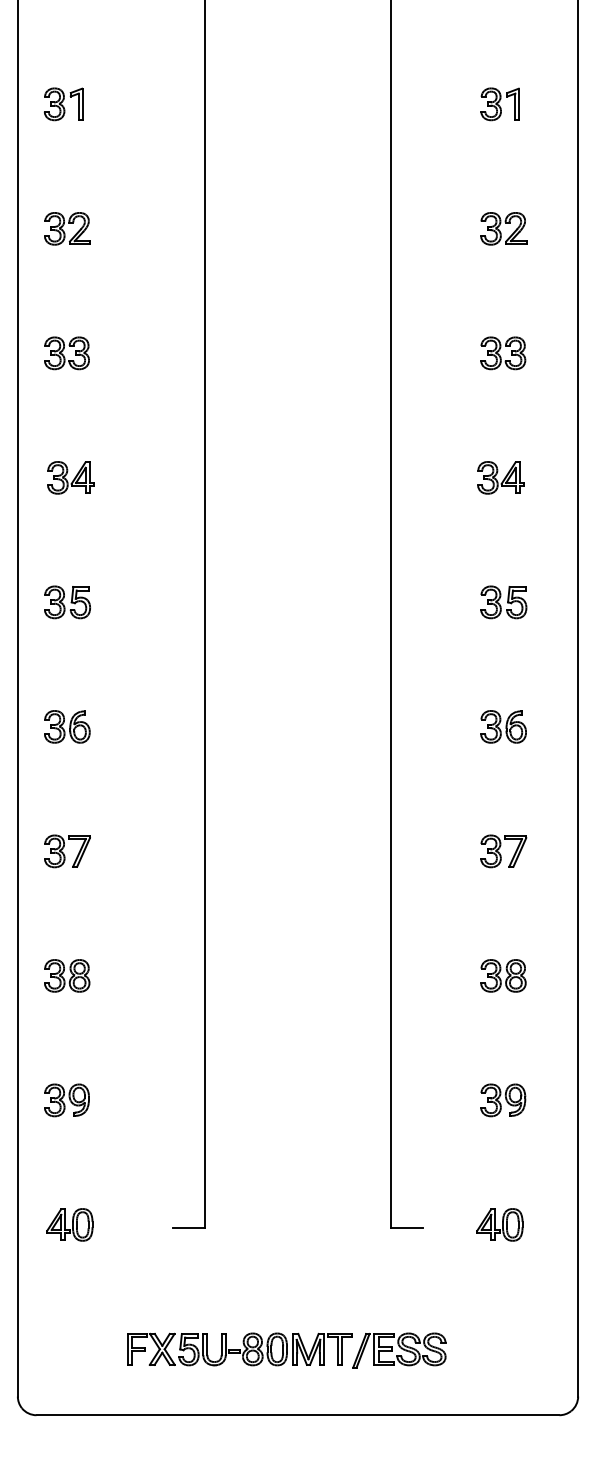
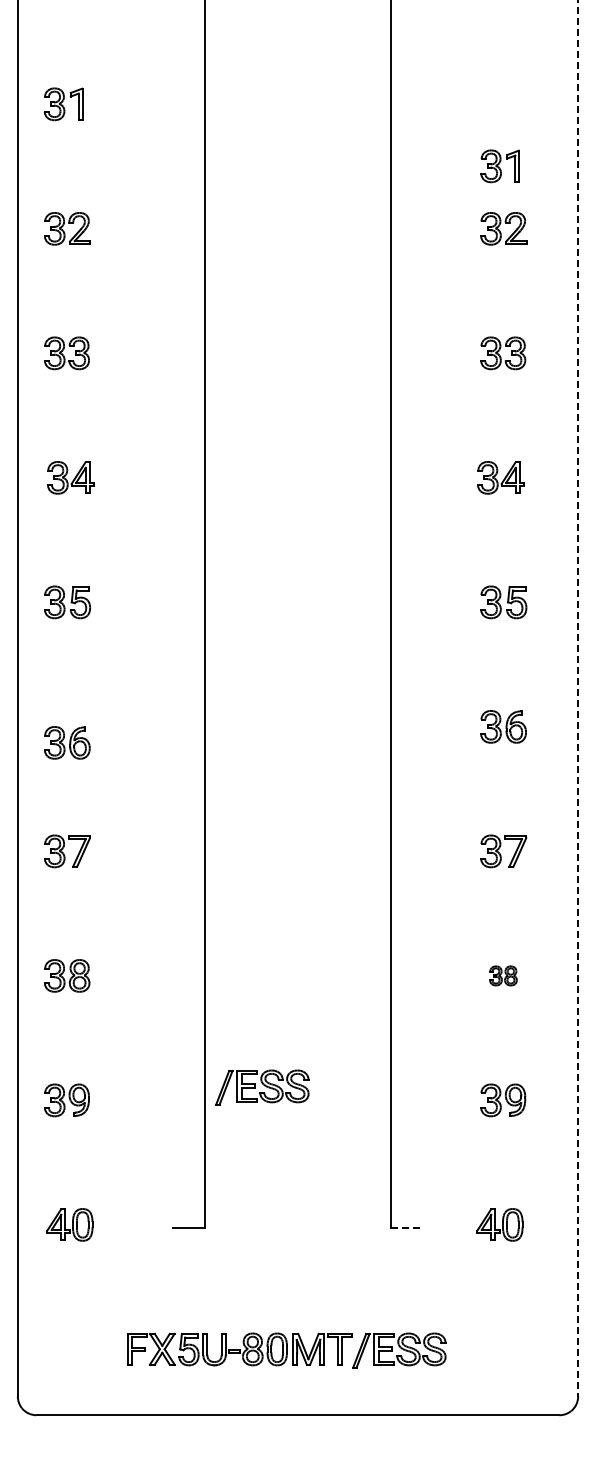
part at (499, 104) position: (499, 104) -> (499, 166)
line at (578, 698): solid -> dashed
part at (67, 726) position: (67, 726) -> (67, 742)
part at (503, 975) size: 47x34 px -> 29x22 px
part at (262, 1087): none -> present
line at (406, 1228): solid -> dashed
